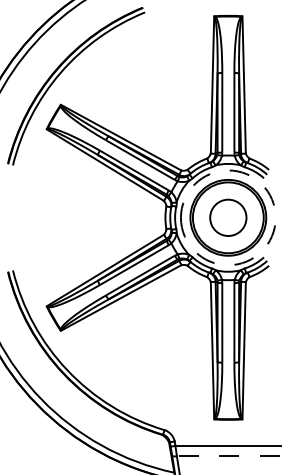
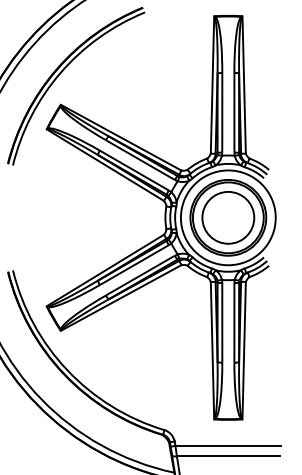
circle at (227, 217): dashed -> solid
circle at (228, 217) diameter: 36 px -> 52 px
line at (227, 456): dashed -> solid
